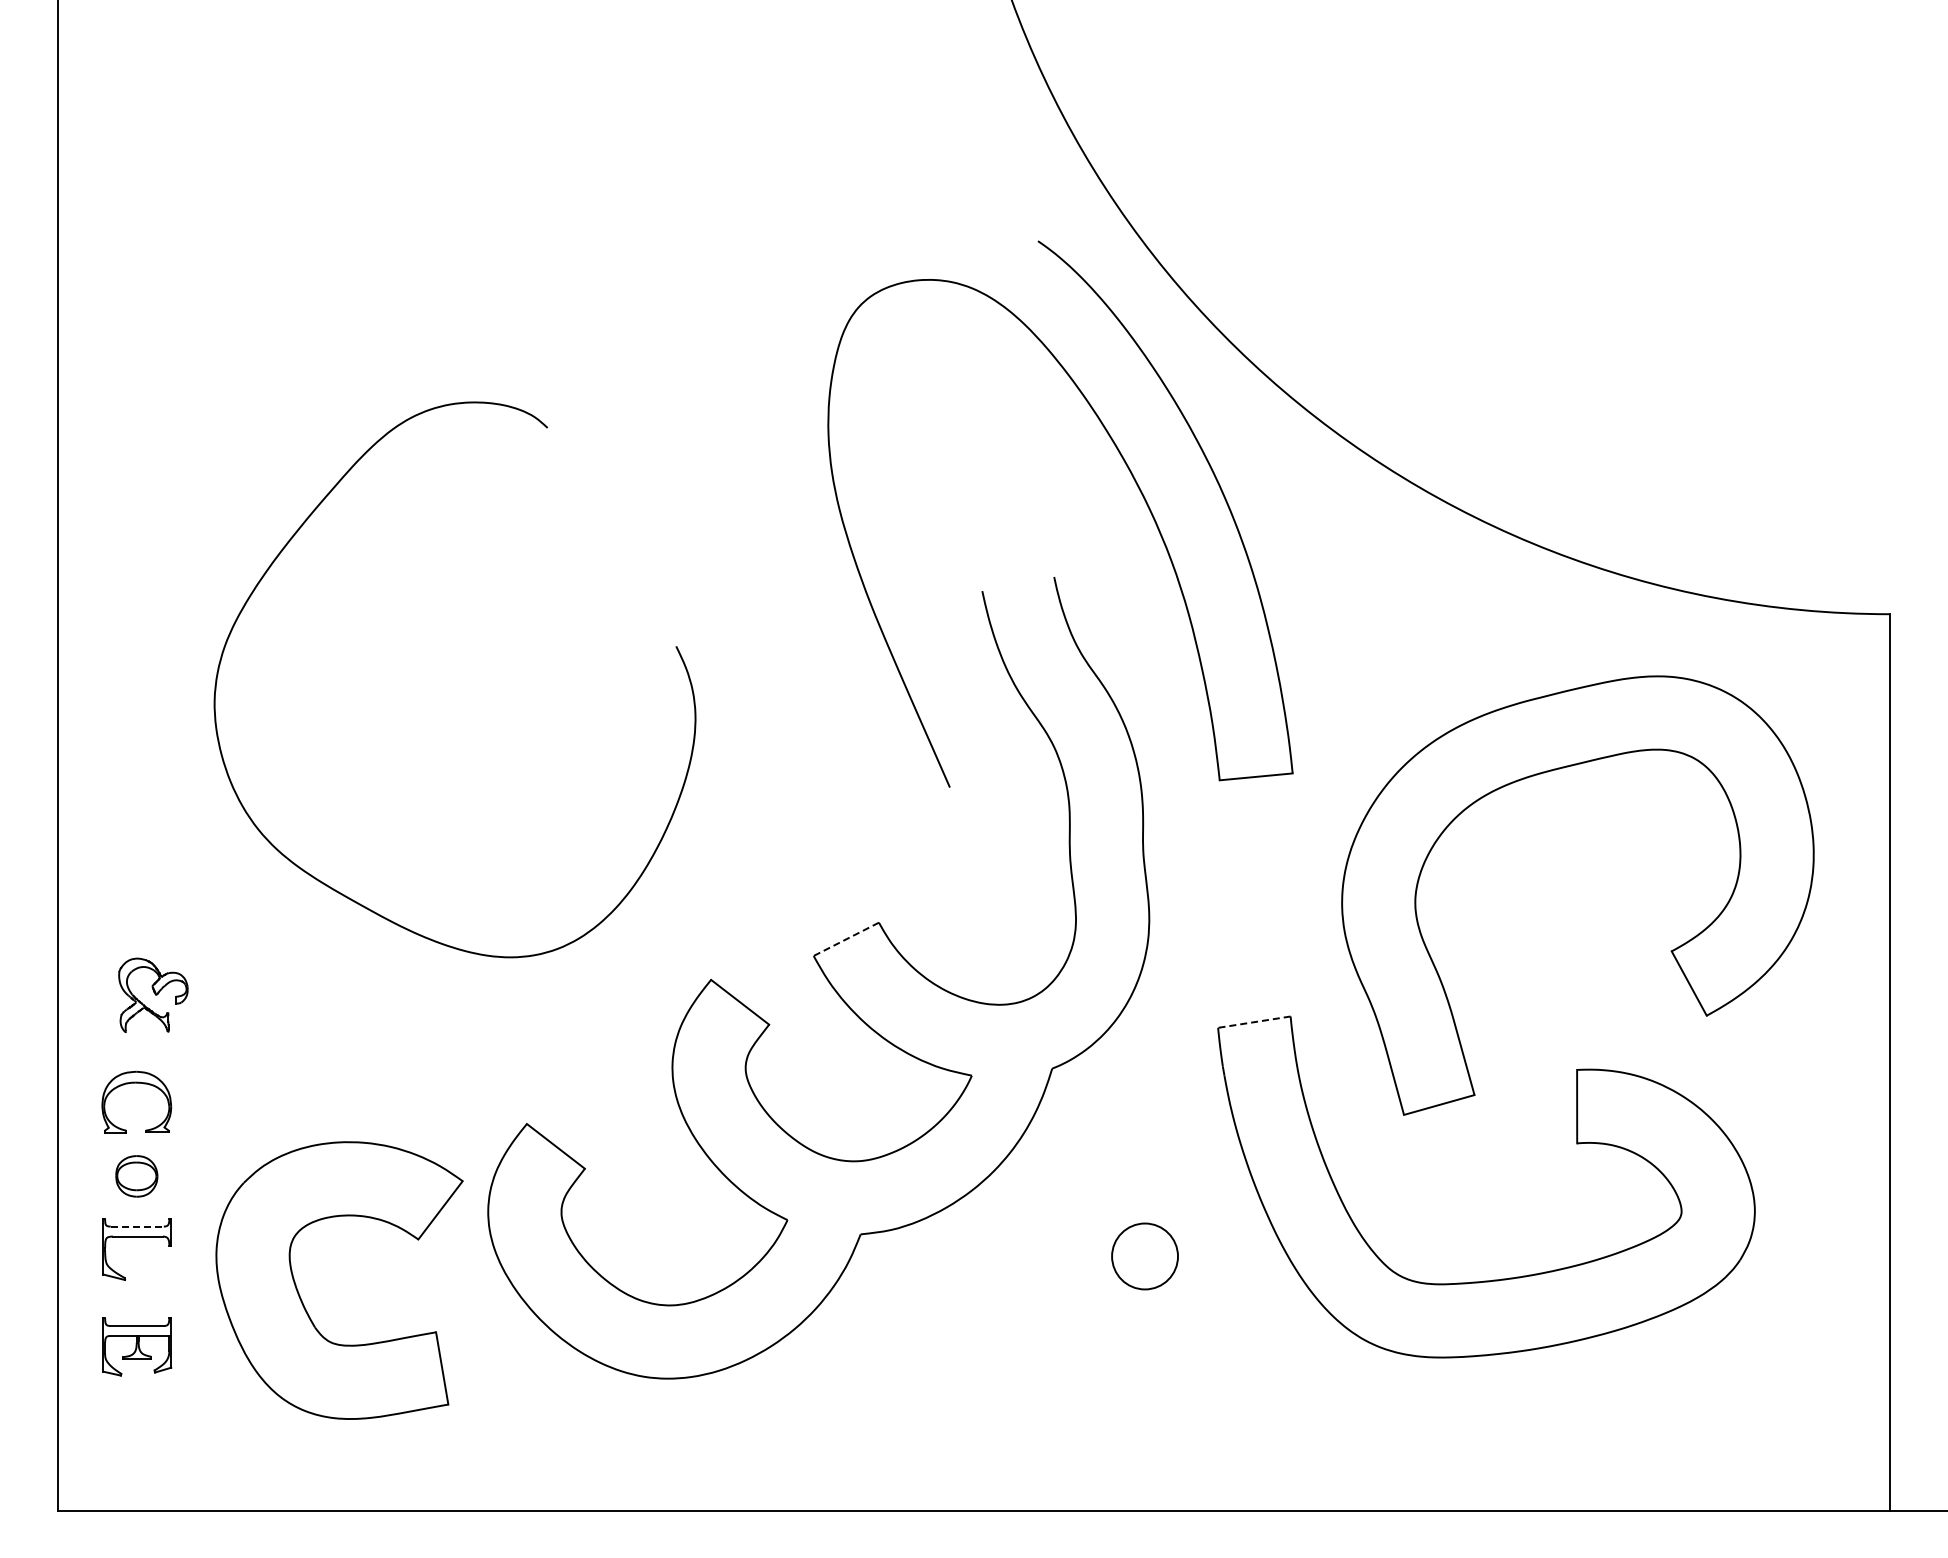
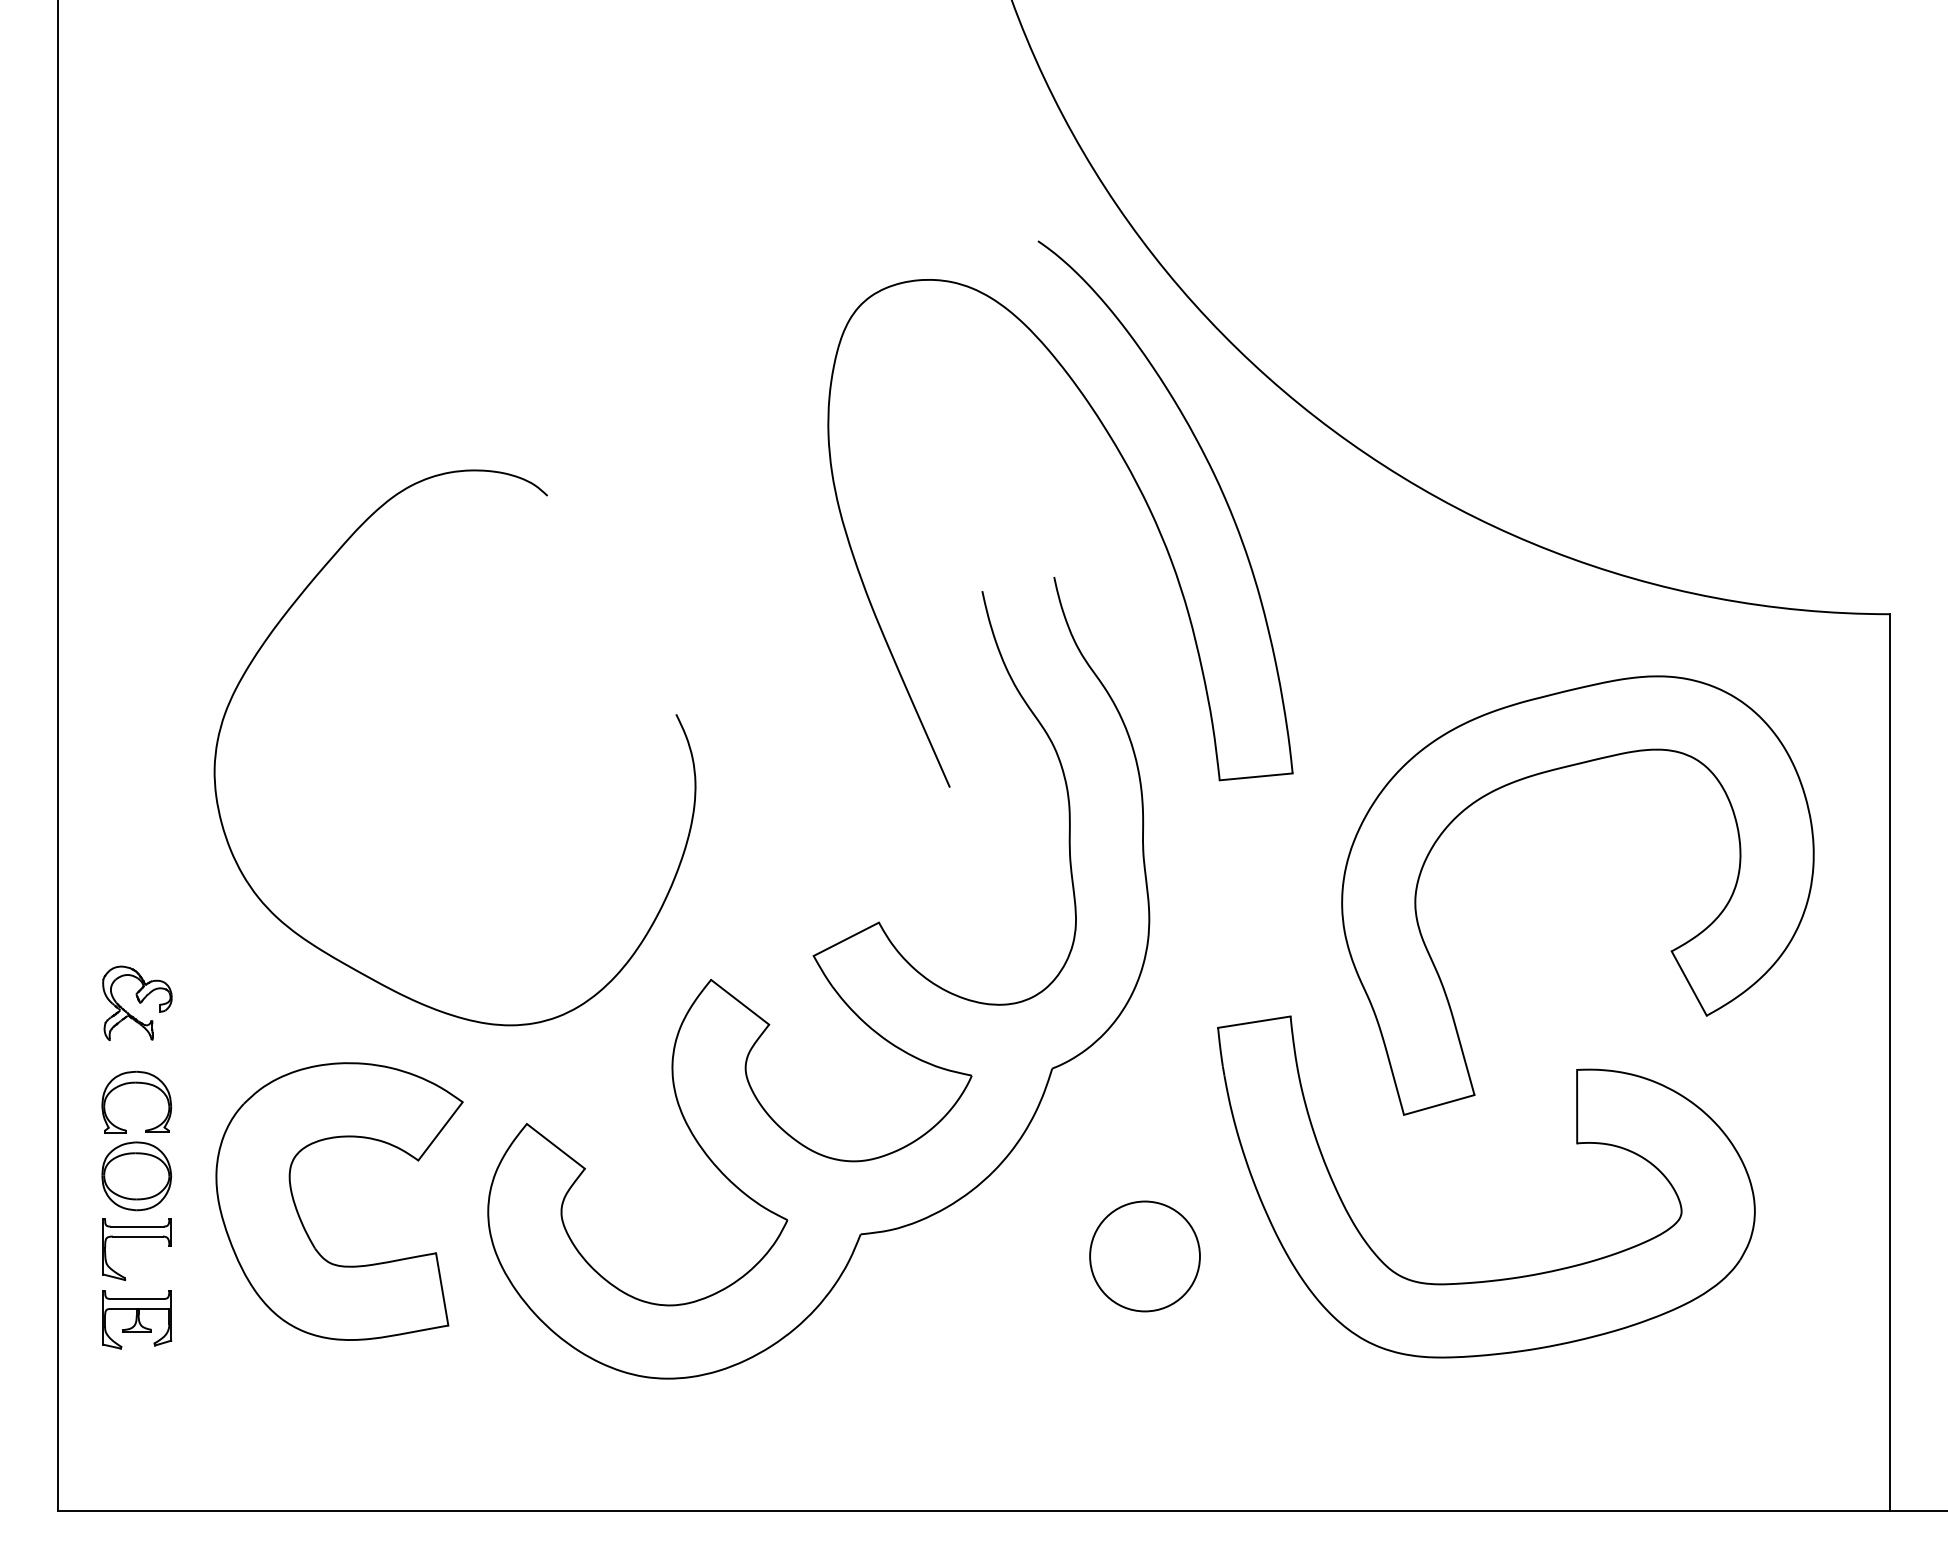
curve at (287, 545) position: (287, 545) -> (287, 613)
line at (846, 939): dashed -> solid
part at (153, 995) position: (153, 995) -> (137, 1003)
line at (1254, 1022): dashed -> solid
part at (136, 1176) size: 44x43 px -> 72x71 px
line at (137, 1226): dashed -> solid
circle at (1145, 1256) diameter: 66 px -> 110 px
part at (300, 1295) position: (300, 1295) -> (300, 1216)
part at (137, 1346) position: (137, 1346) -> (137, 1319)
